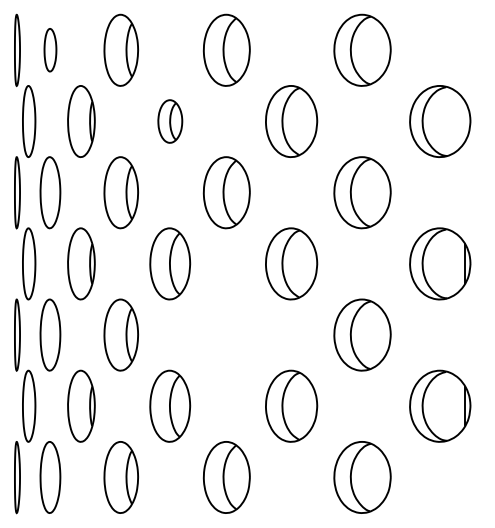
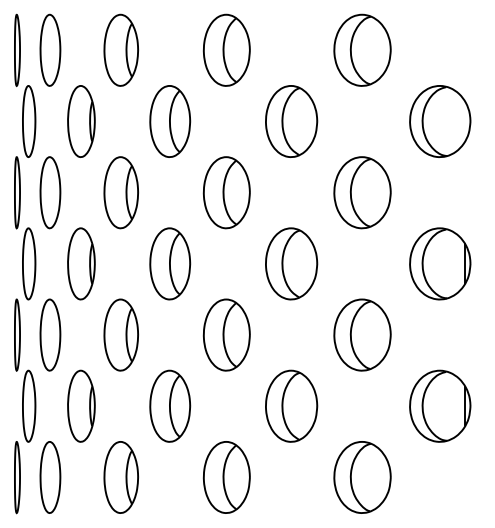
part at (50, 50) size: 15x45 px -> 23x74 px
part at (170, 121) size: 27x45 px -> 43x73 px
part at (226, 334): none -> present
